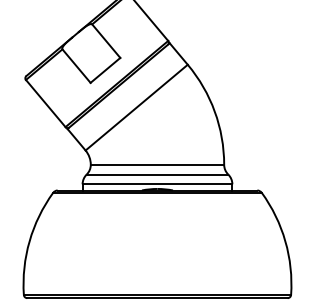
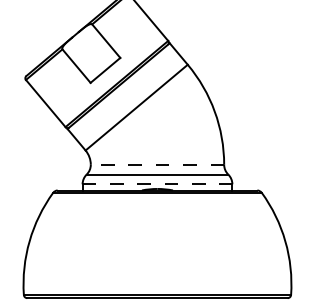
line at (157, 164): solid -> dashed
line at (157, 184): solid -> dashed
